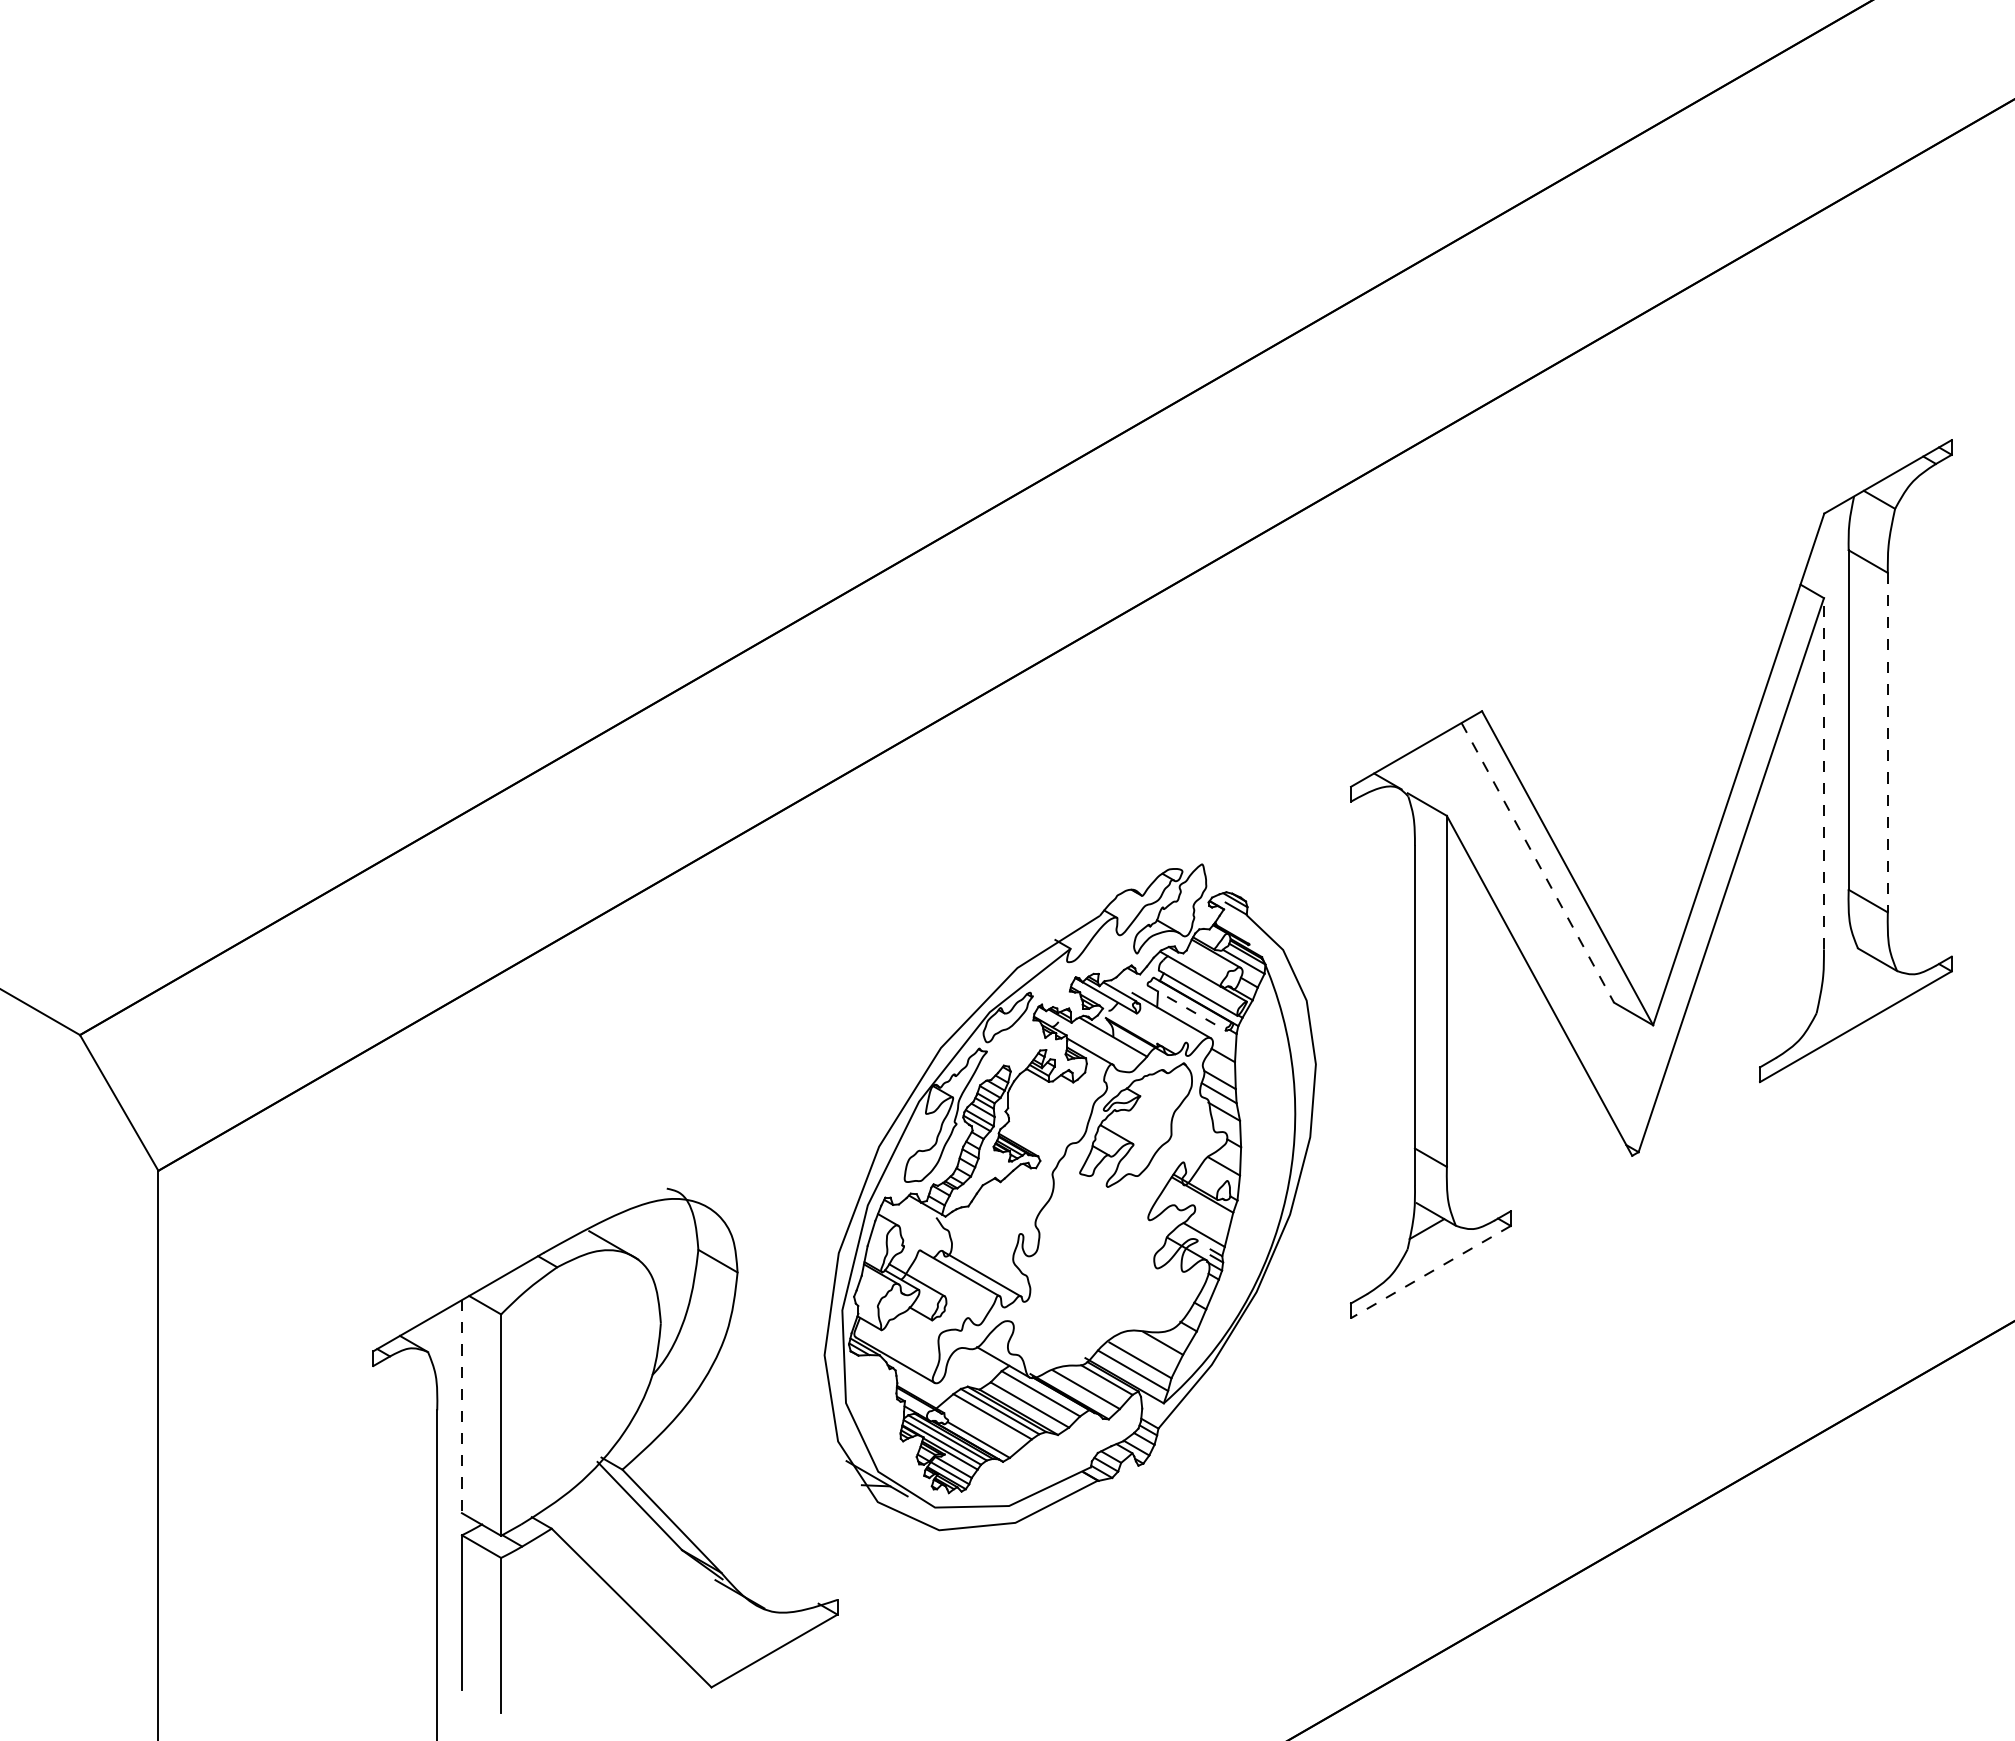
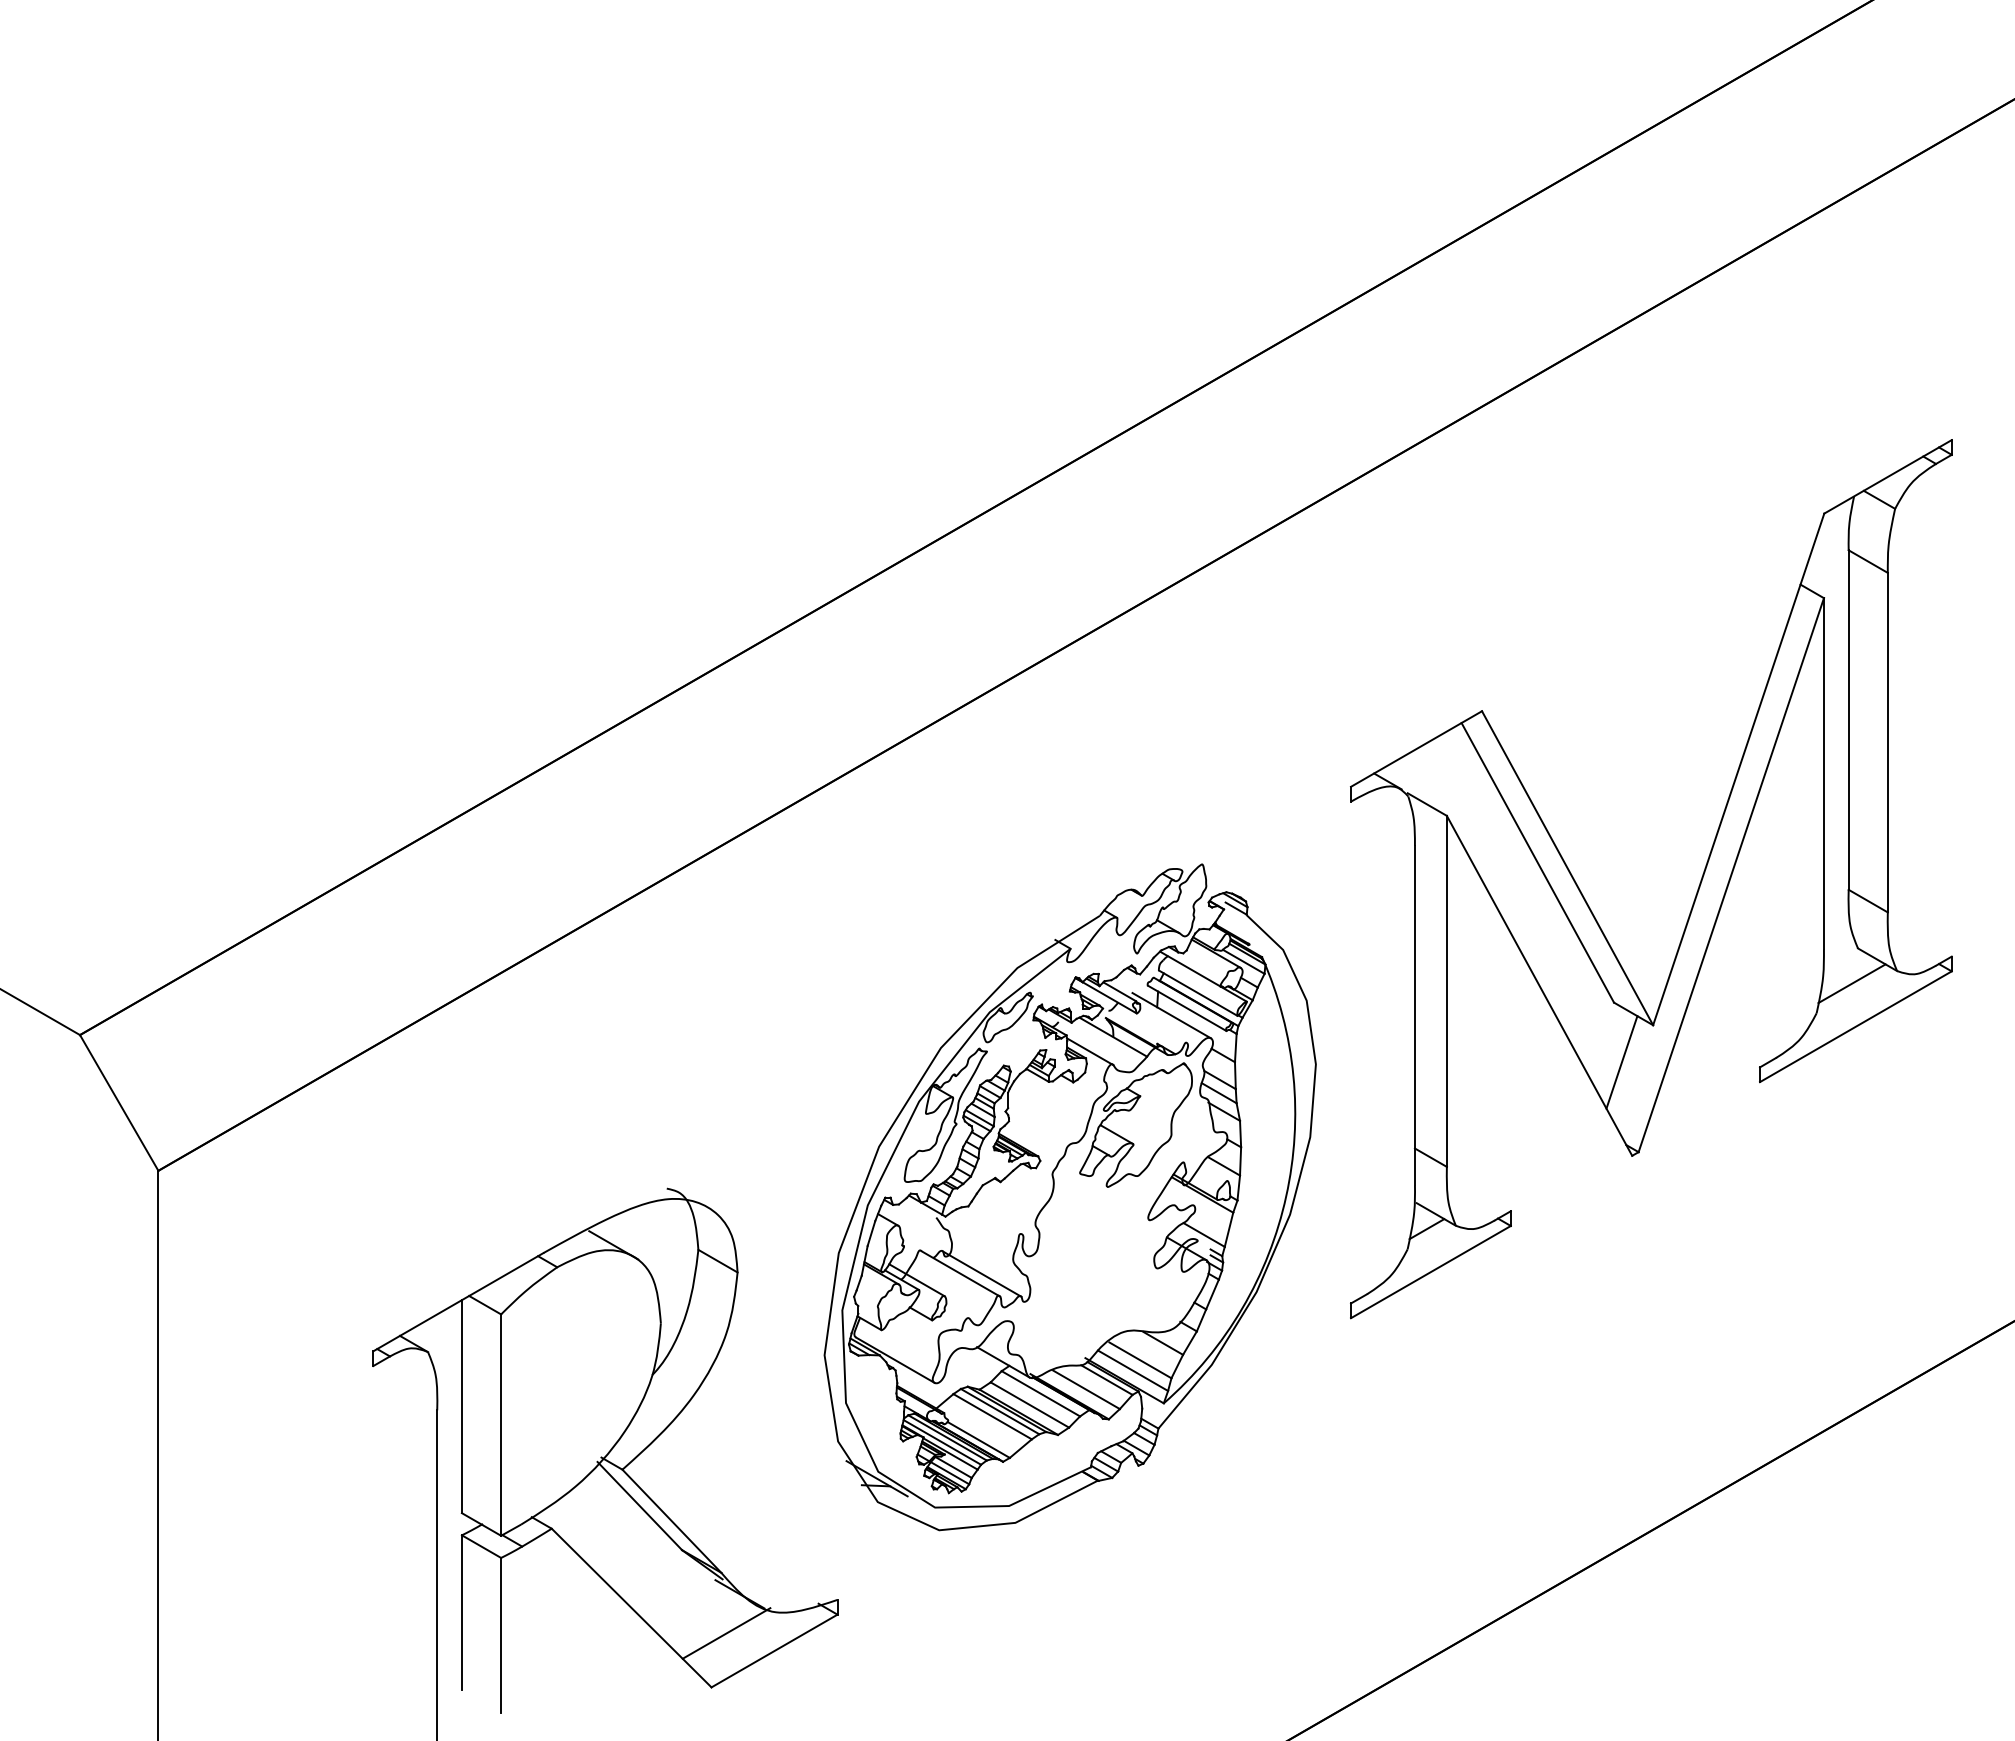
line at (1887, 742): dashed -> solid
line at (1823, 773): dashed -> solid
line at (1538, 863): dashed -> solid
line at (1851, 983): none -> present
line at (1187, 1008): dashed -> solid
line at (1621, 1062): none -> present
line at (1430, 1272): dashed -> solid
line at (461, 1406): dashed -> solid
line at (726, 1633): none -> present
